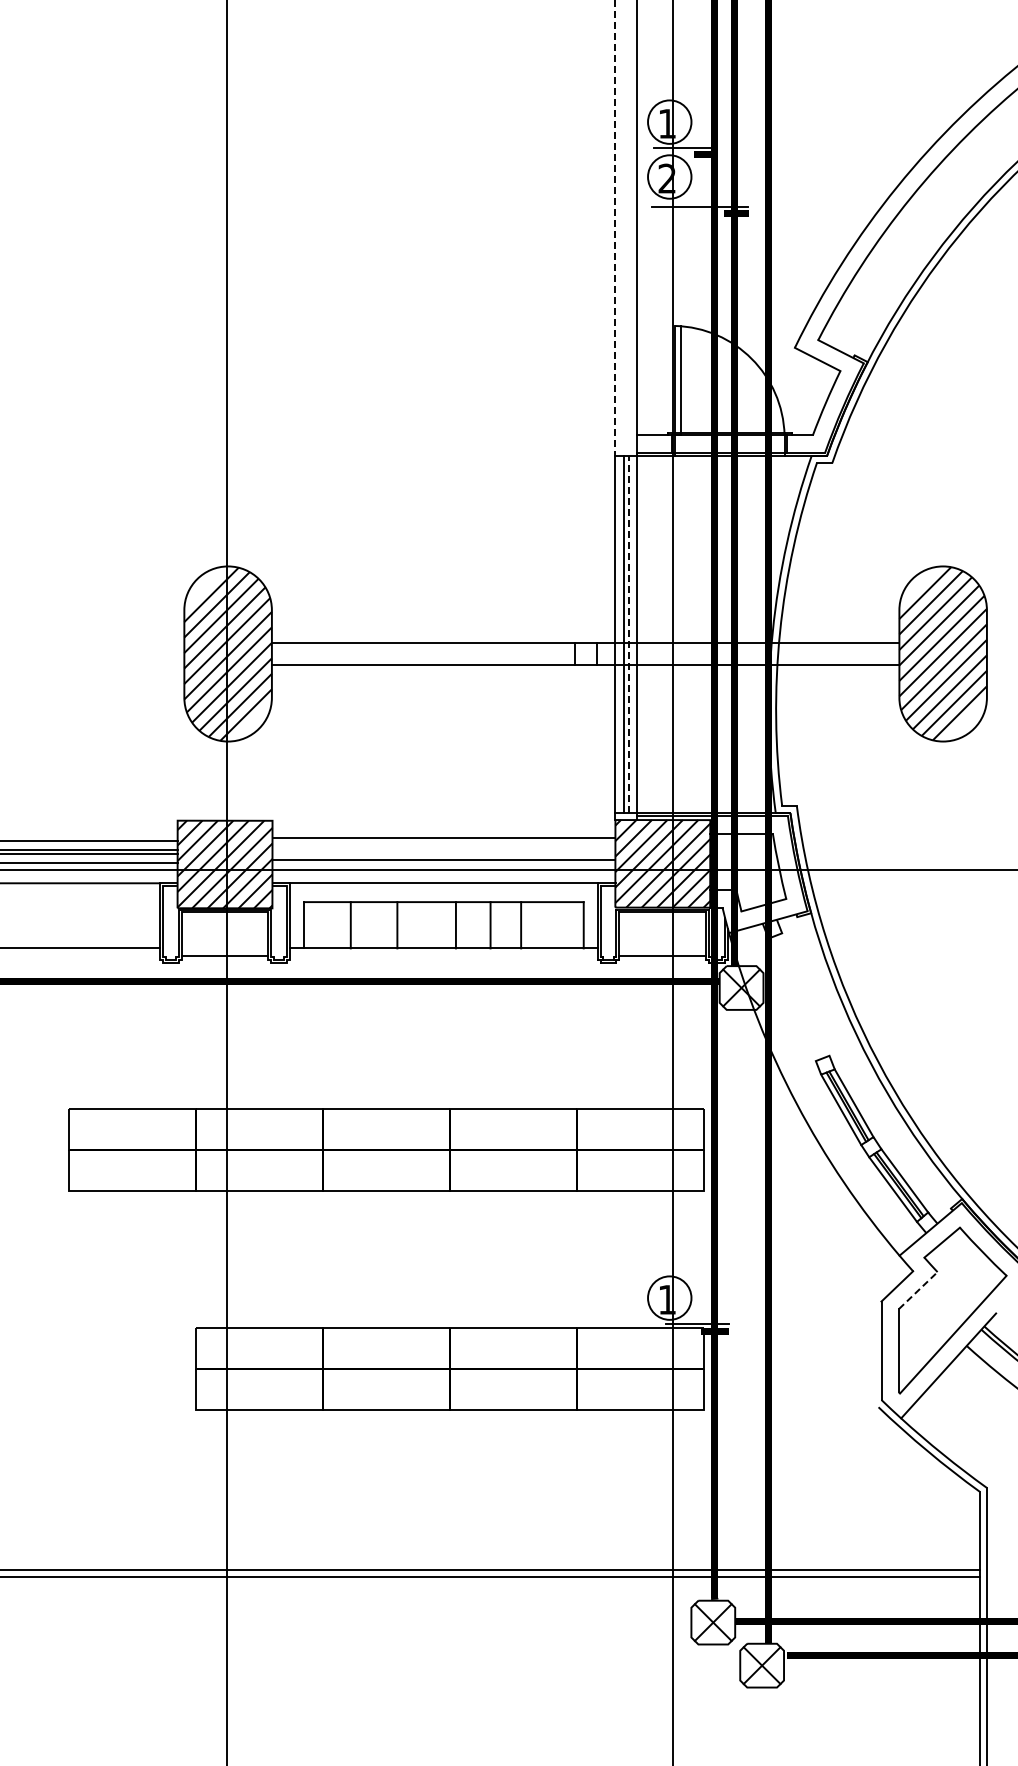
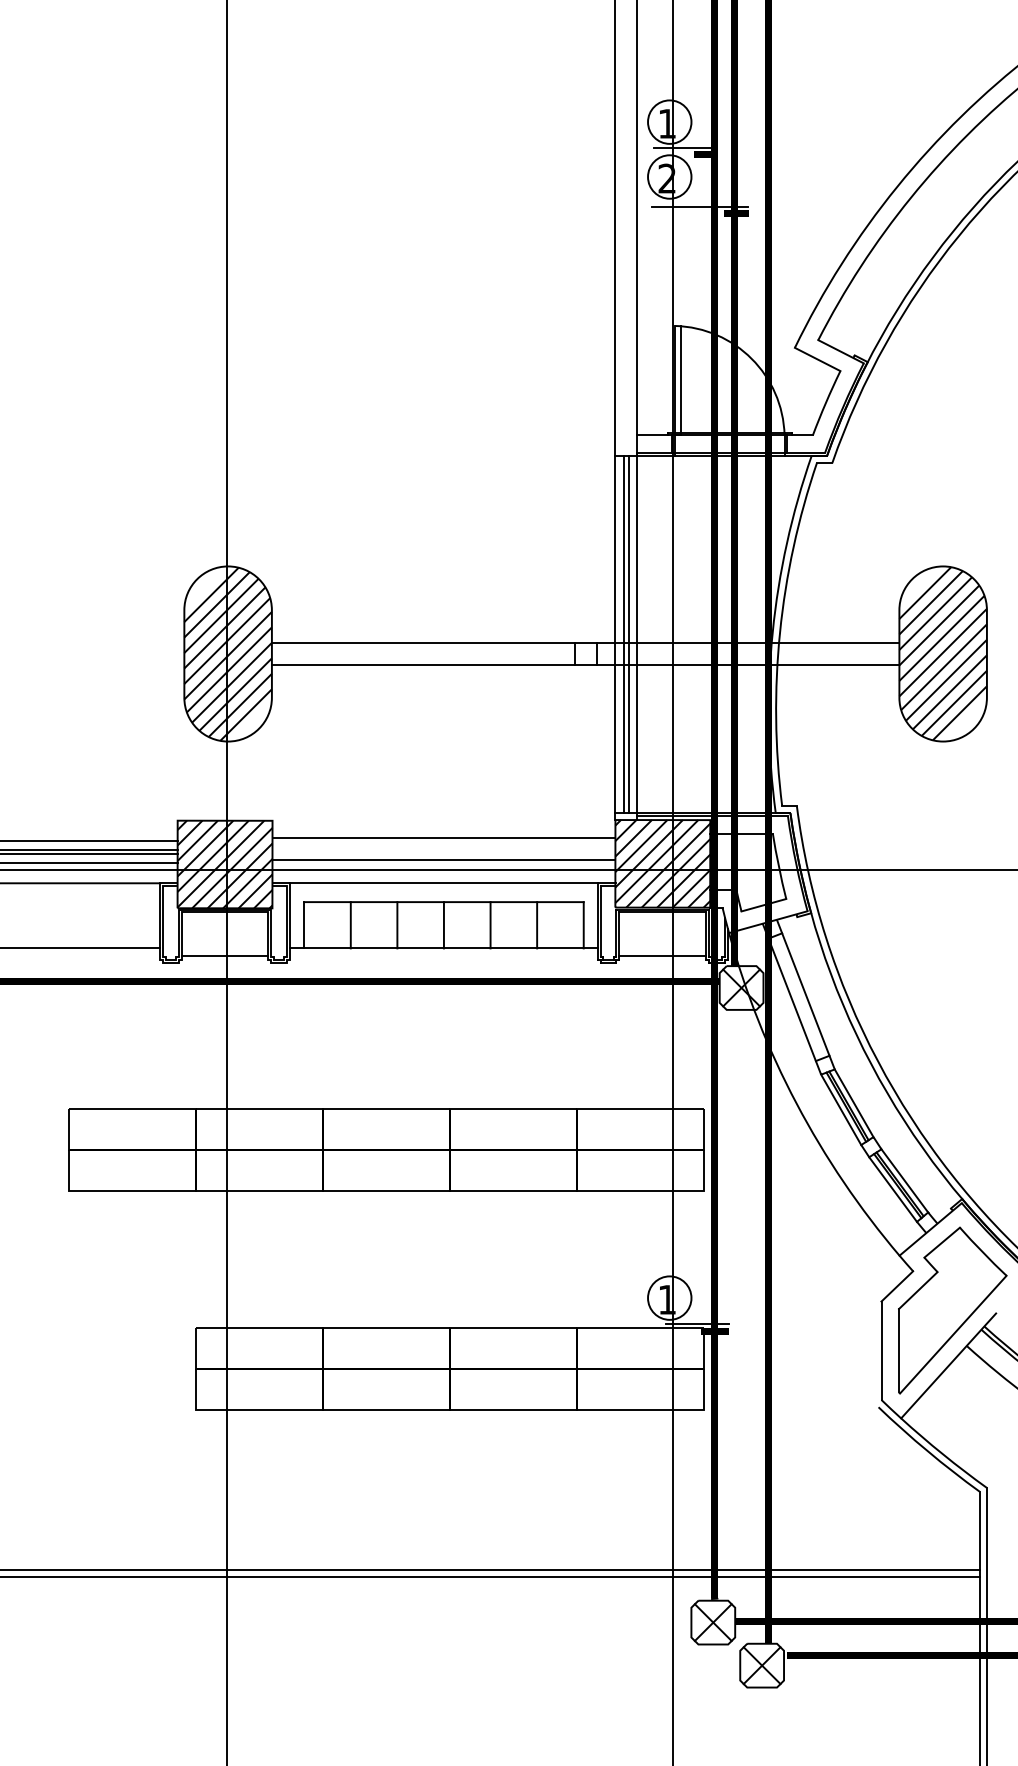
line at (615, 228): dashed -> solid
line at (628, 634): dashed -> solid
line at (455, 925) position: (455, 925) -> (443, 925)
line at (521, 925) position: (521, 925) -> (537, 925)
line at (805, 994): none -> present
line at (791, 999): none -> present
line at (918, 1290): dashed -> solid
